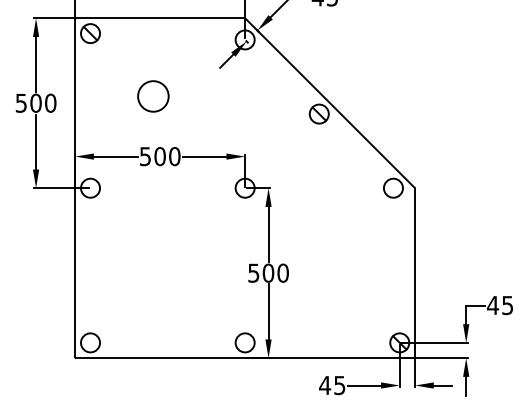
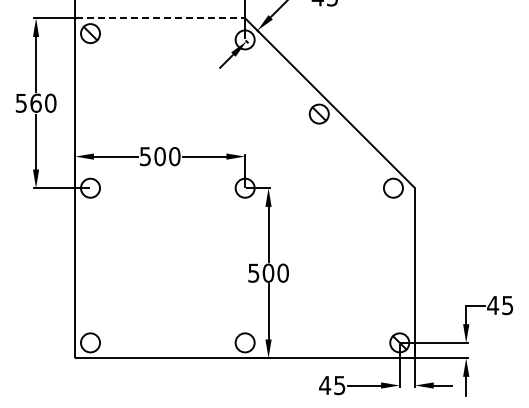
line at (160, 18): solid -> dashed
circle at (153, 96): present -> none
text at (35, 102): 500 -> 560
